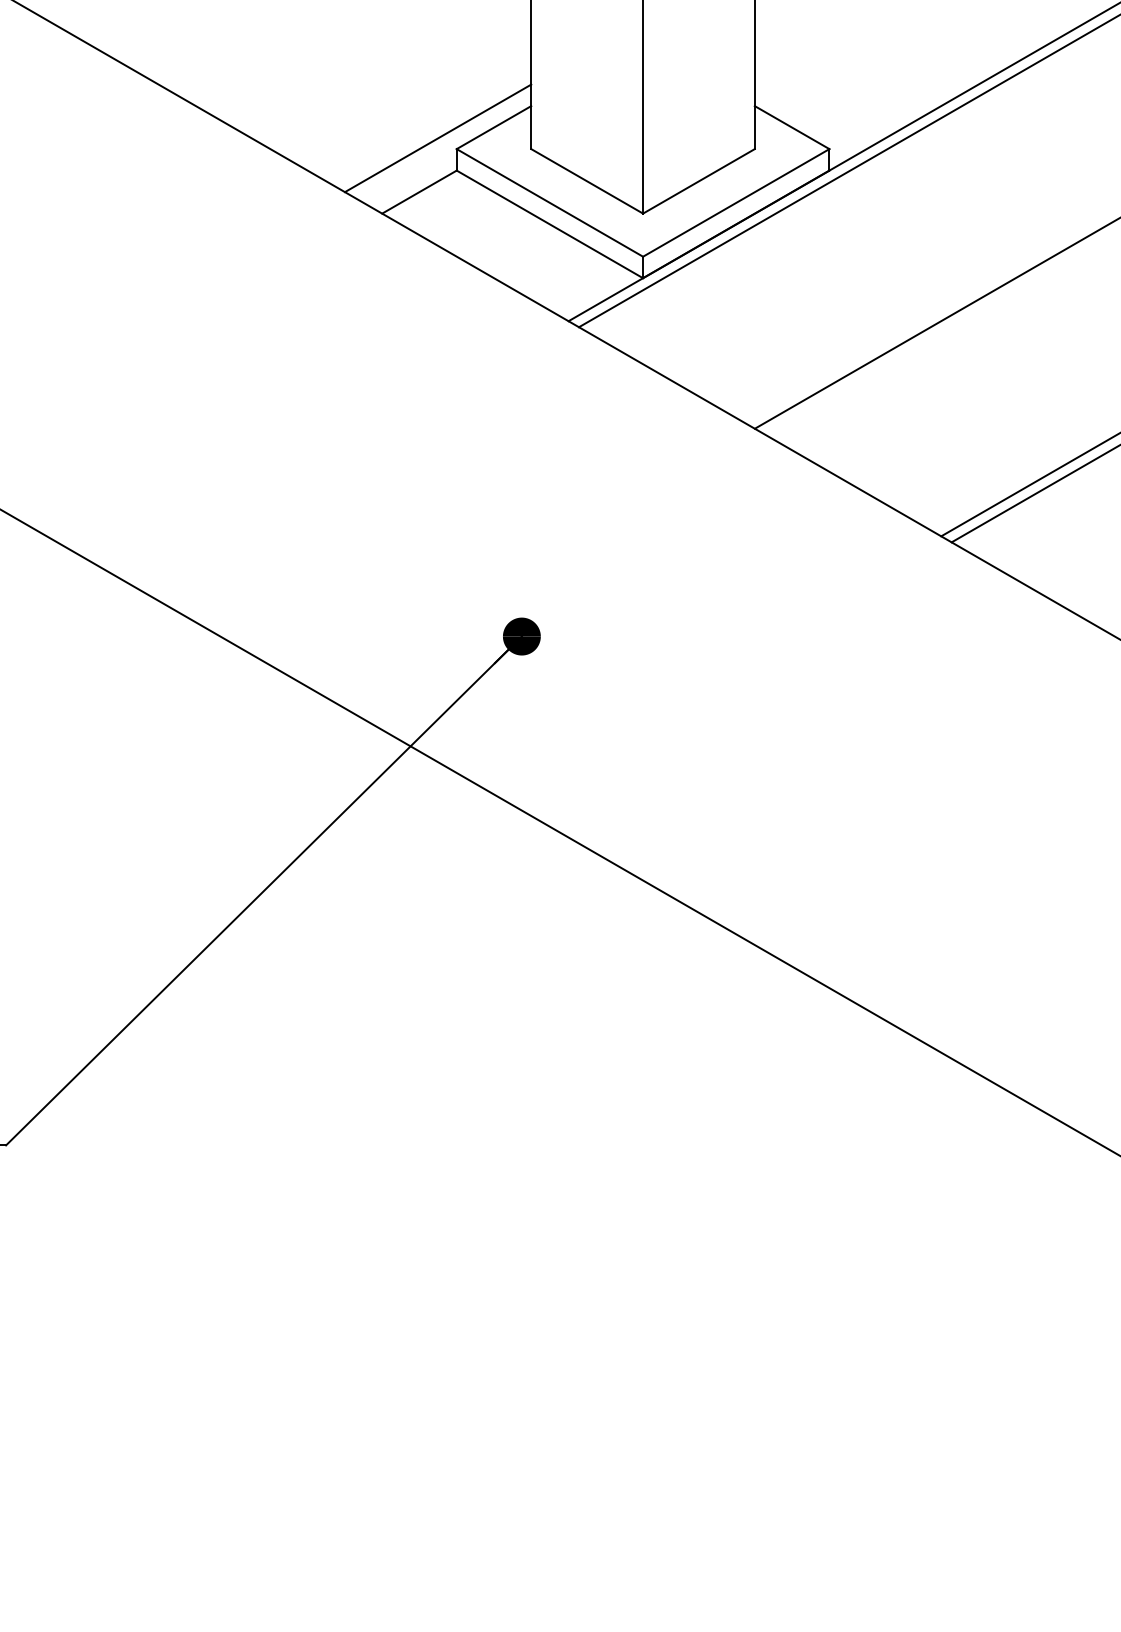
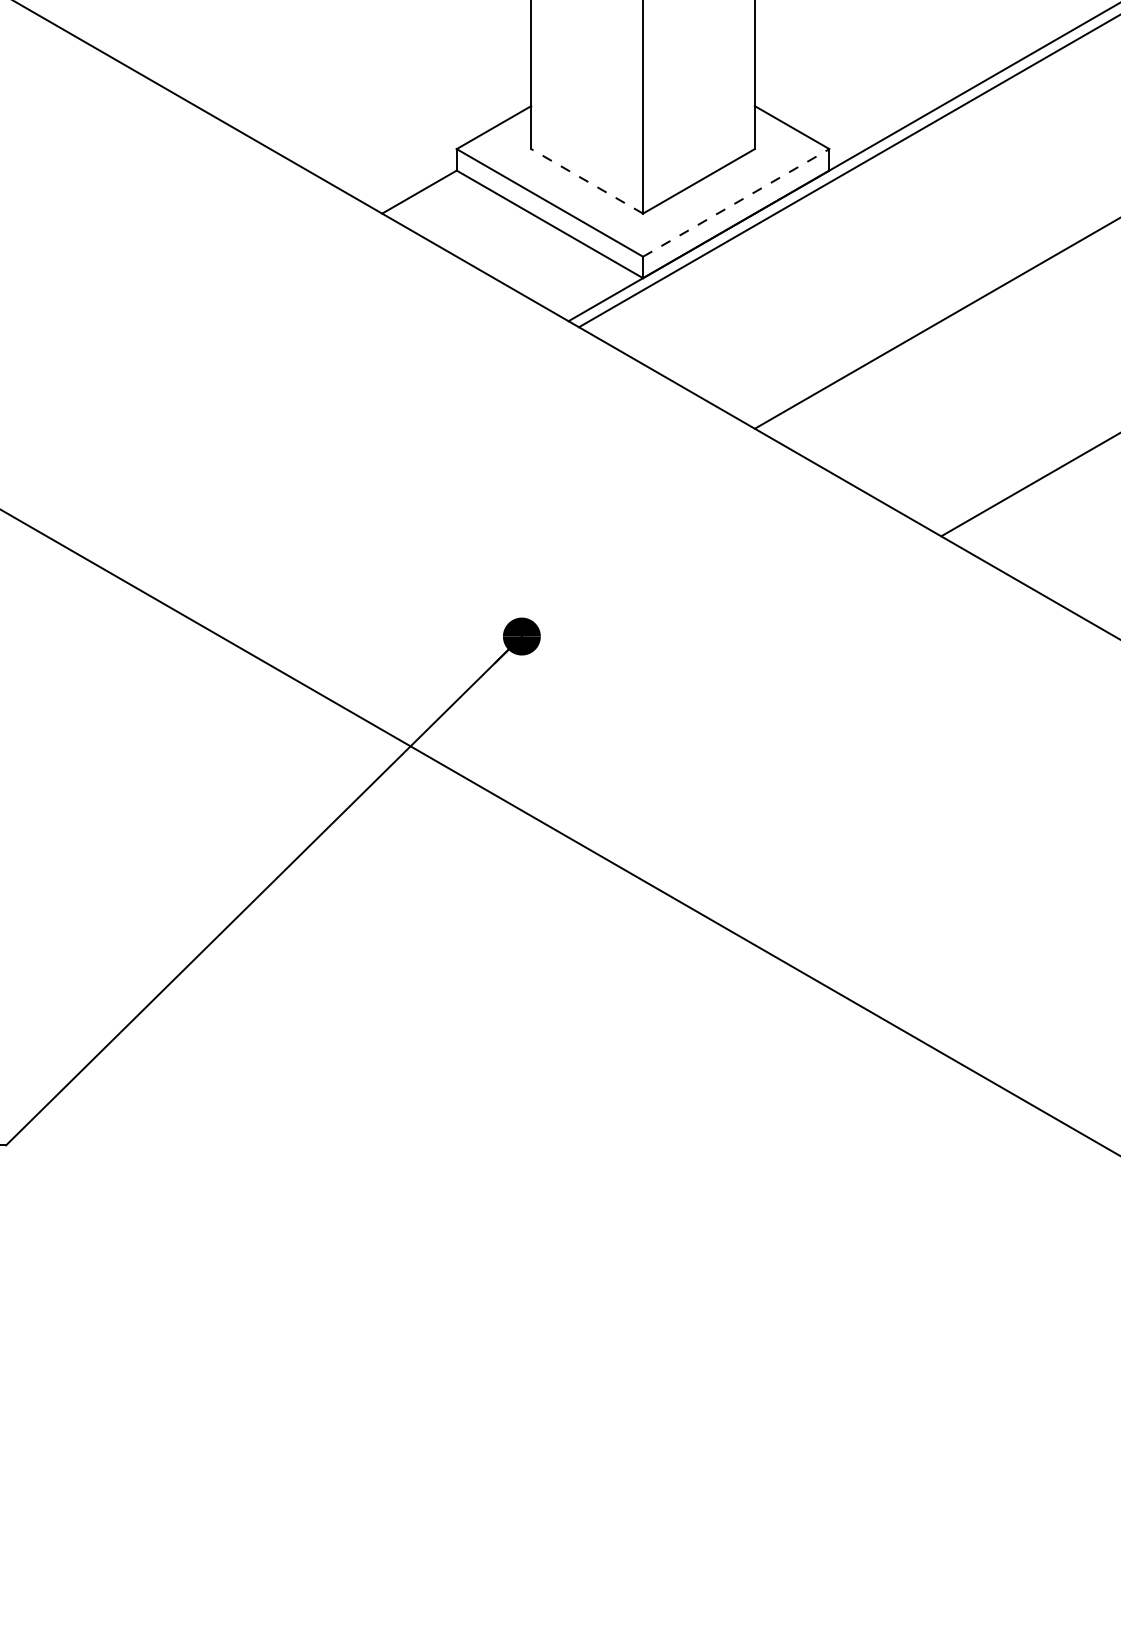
line at (438, 138): present -> none
line at (587, 181): solid -> dashed
line at (736, 202): solid -> dashed
line at (1034, 494): present -> none
